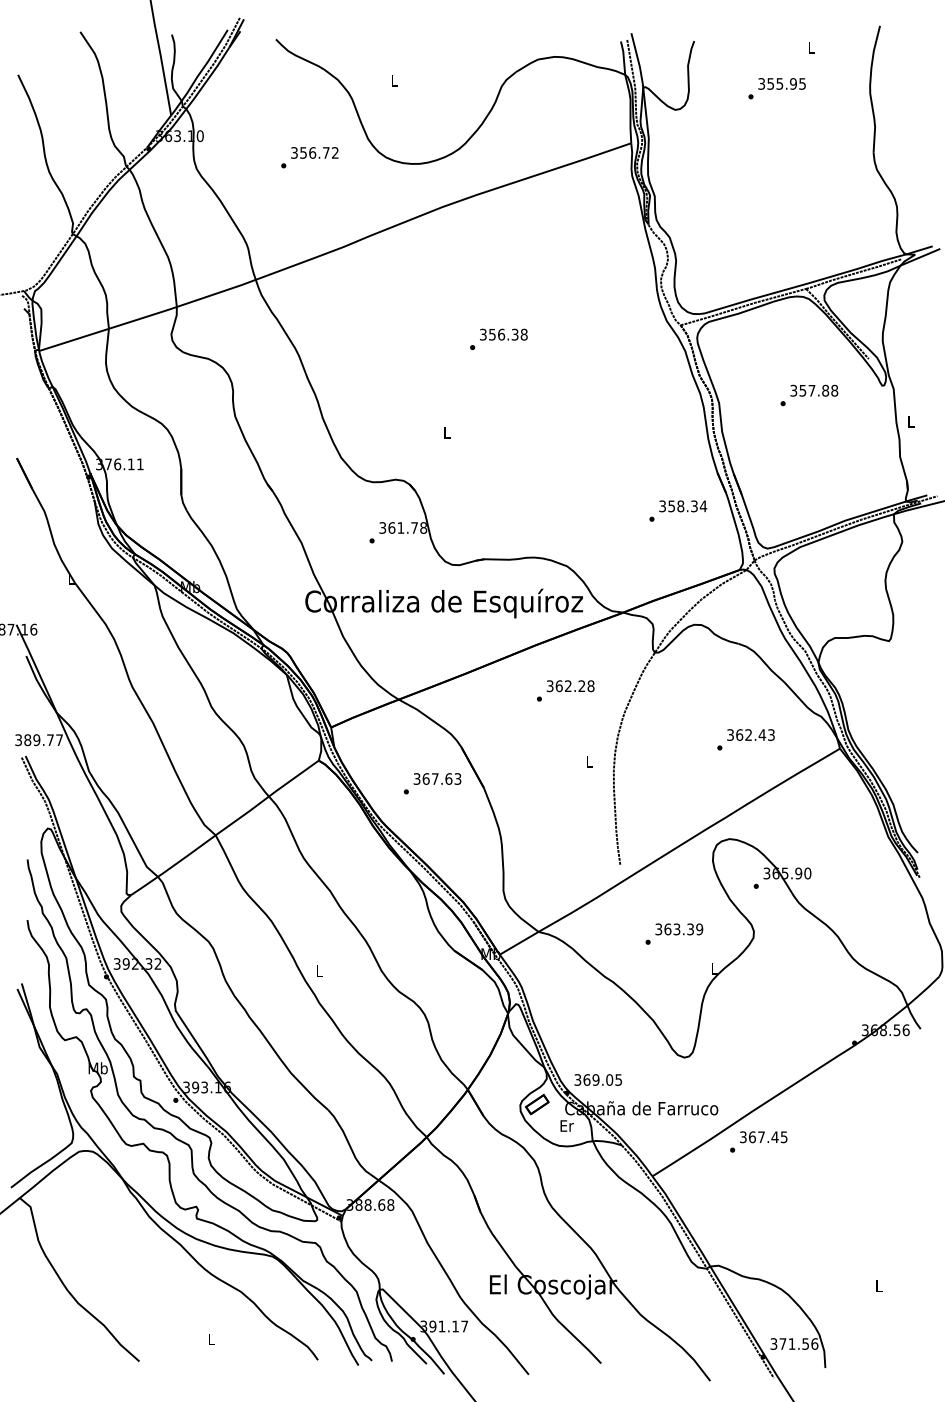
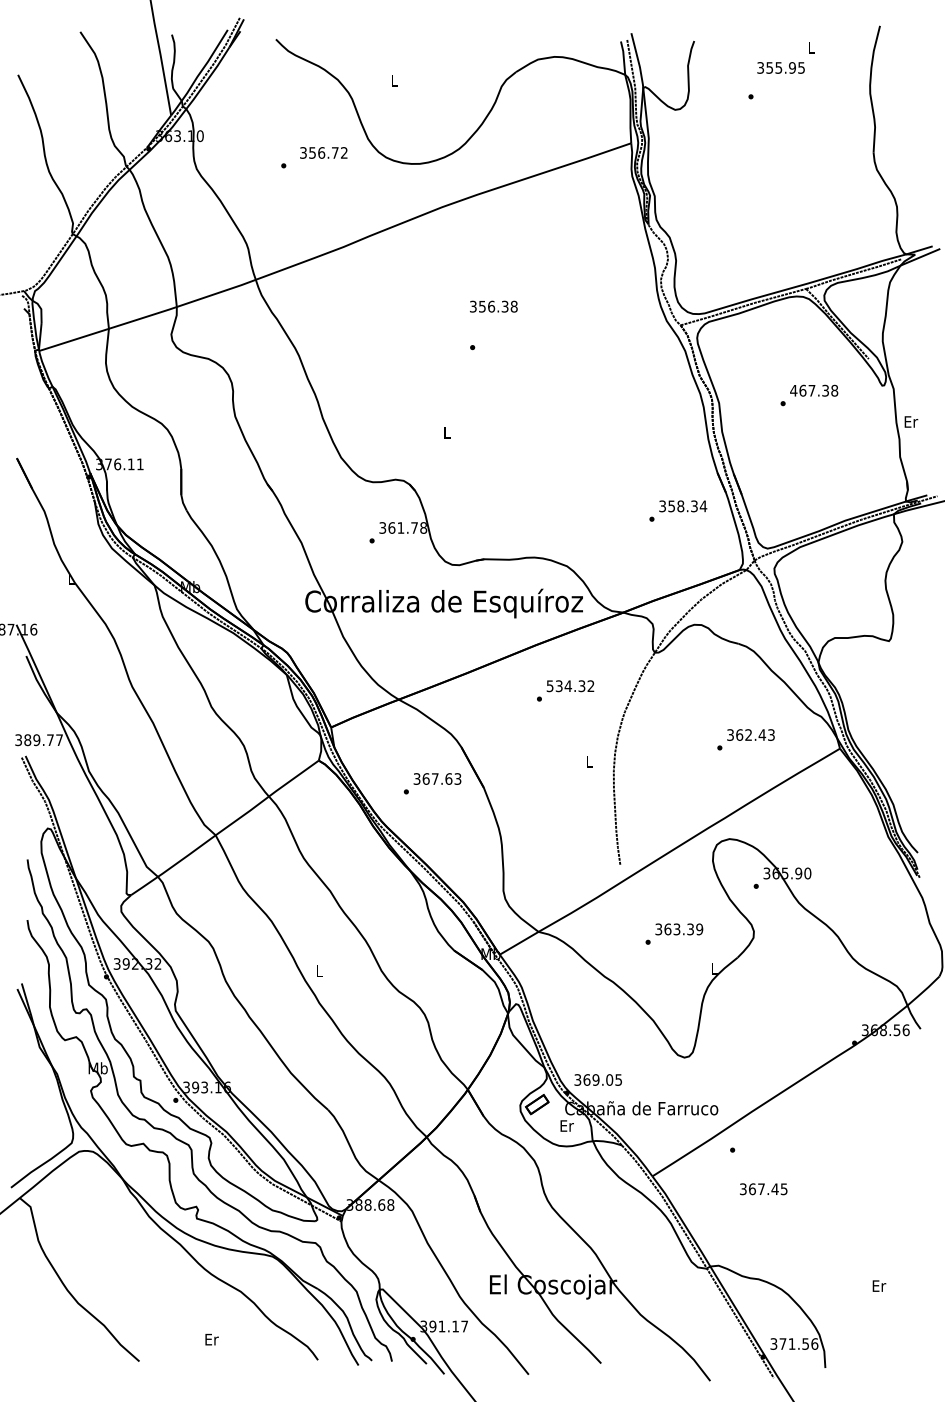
text at (781, 83) position: (781, 83) -> (780, 67)
text at (314, 152) position: (314, 152) -> (323, 152)
text at (503, 334) position: (503, 334) -> (493, 306)
text at (809, 390): 357.88 -> 467.38
text at (911, 421): L -> Er
text at (570, 686): 362.28 -> 534.32
text at (763, 1137) position: (763, 1137) -> (763, 1189)
text at (879, 1285): L -> Er
text at (211, 1339): L -> Er
